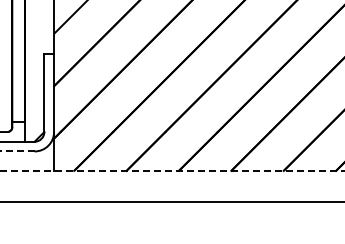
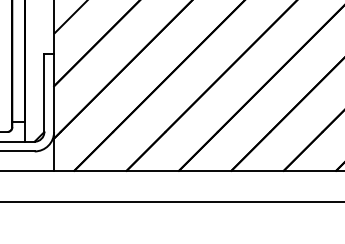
line at (17, 151): dashed -> solid
line at (172, 170): dashed -> solid
